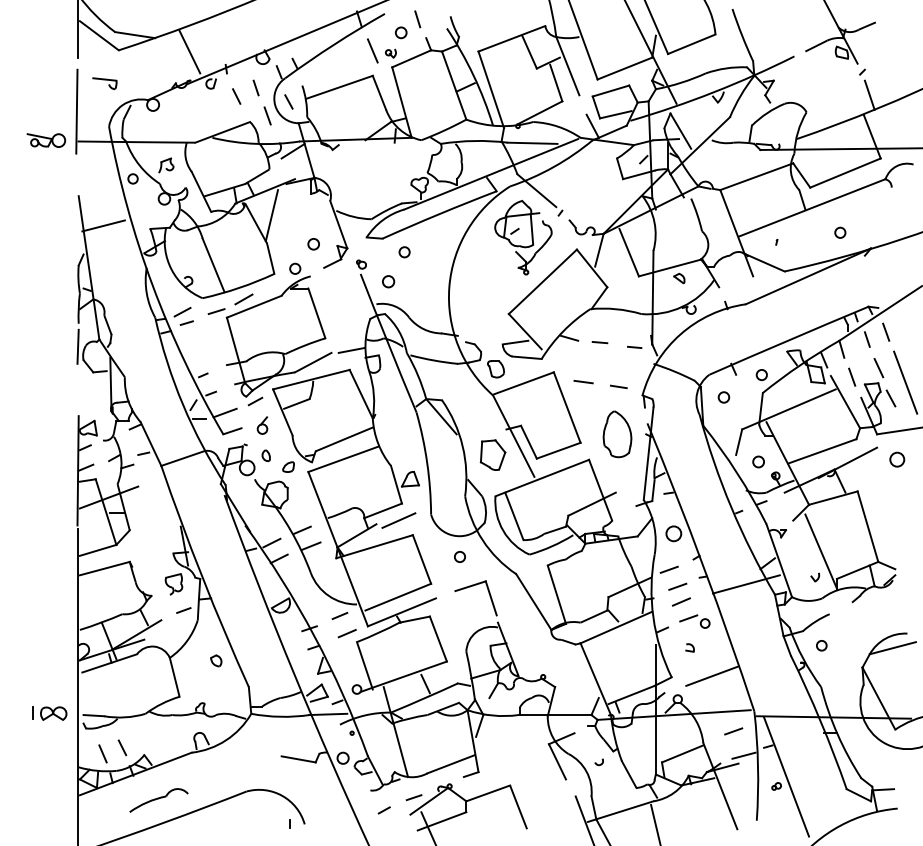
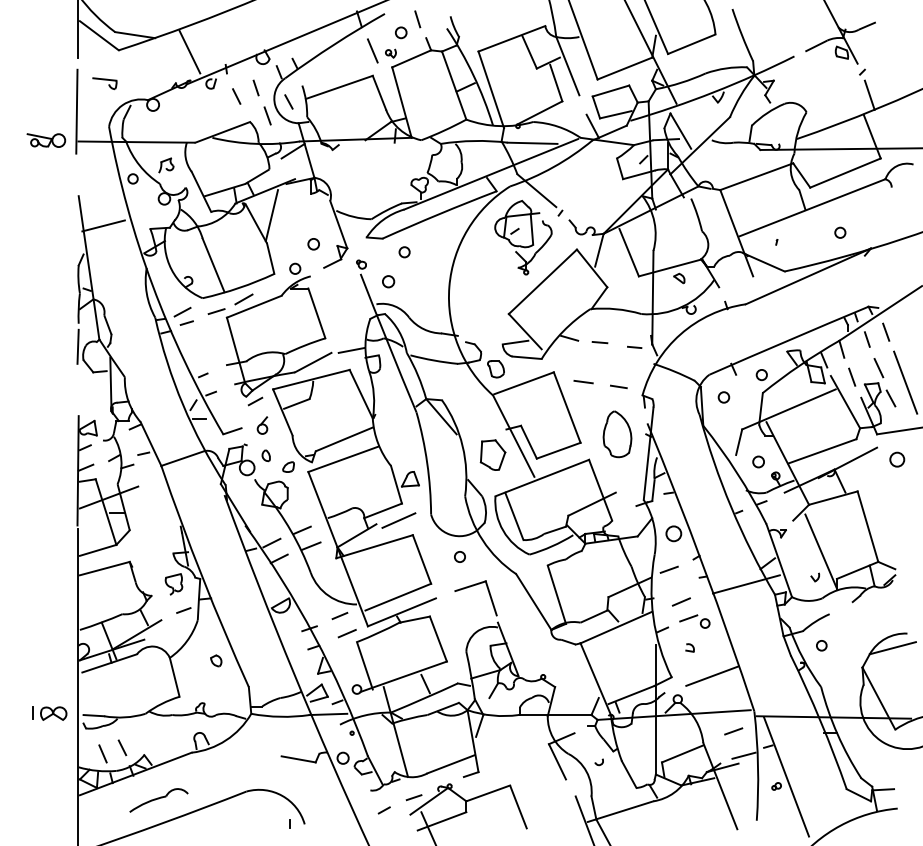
line at (224, 412): present -> none
line at (677, 586): present -> none
line at (655, 823): present -> none
